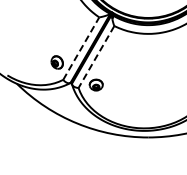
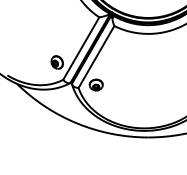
line at (81, 48): dashed -> solid
line at (96, 57): dashed -> solid
